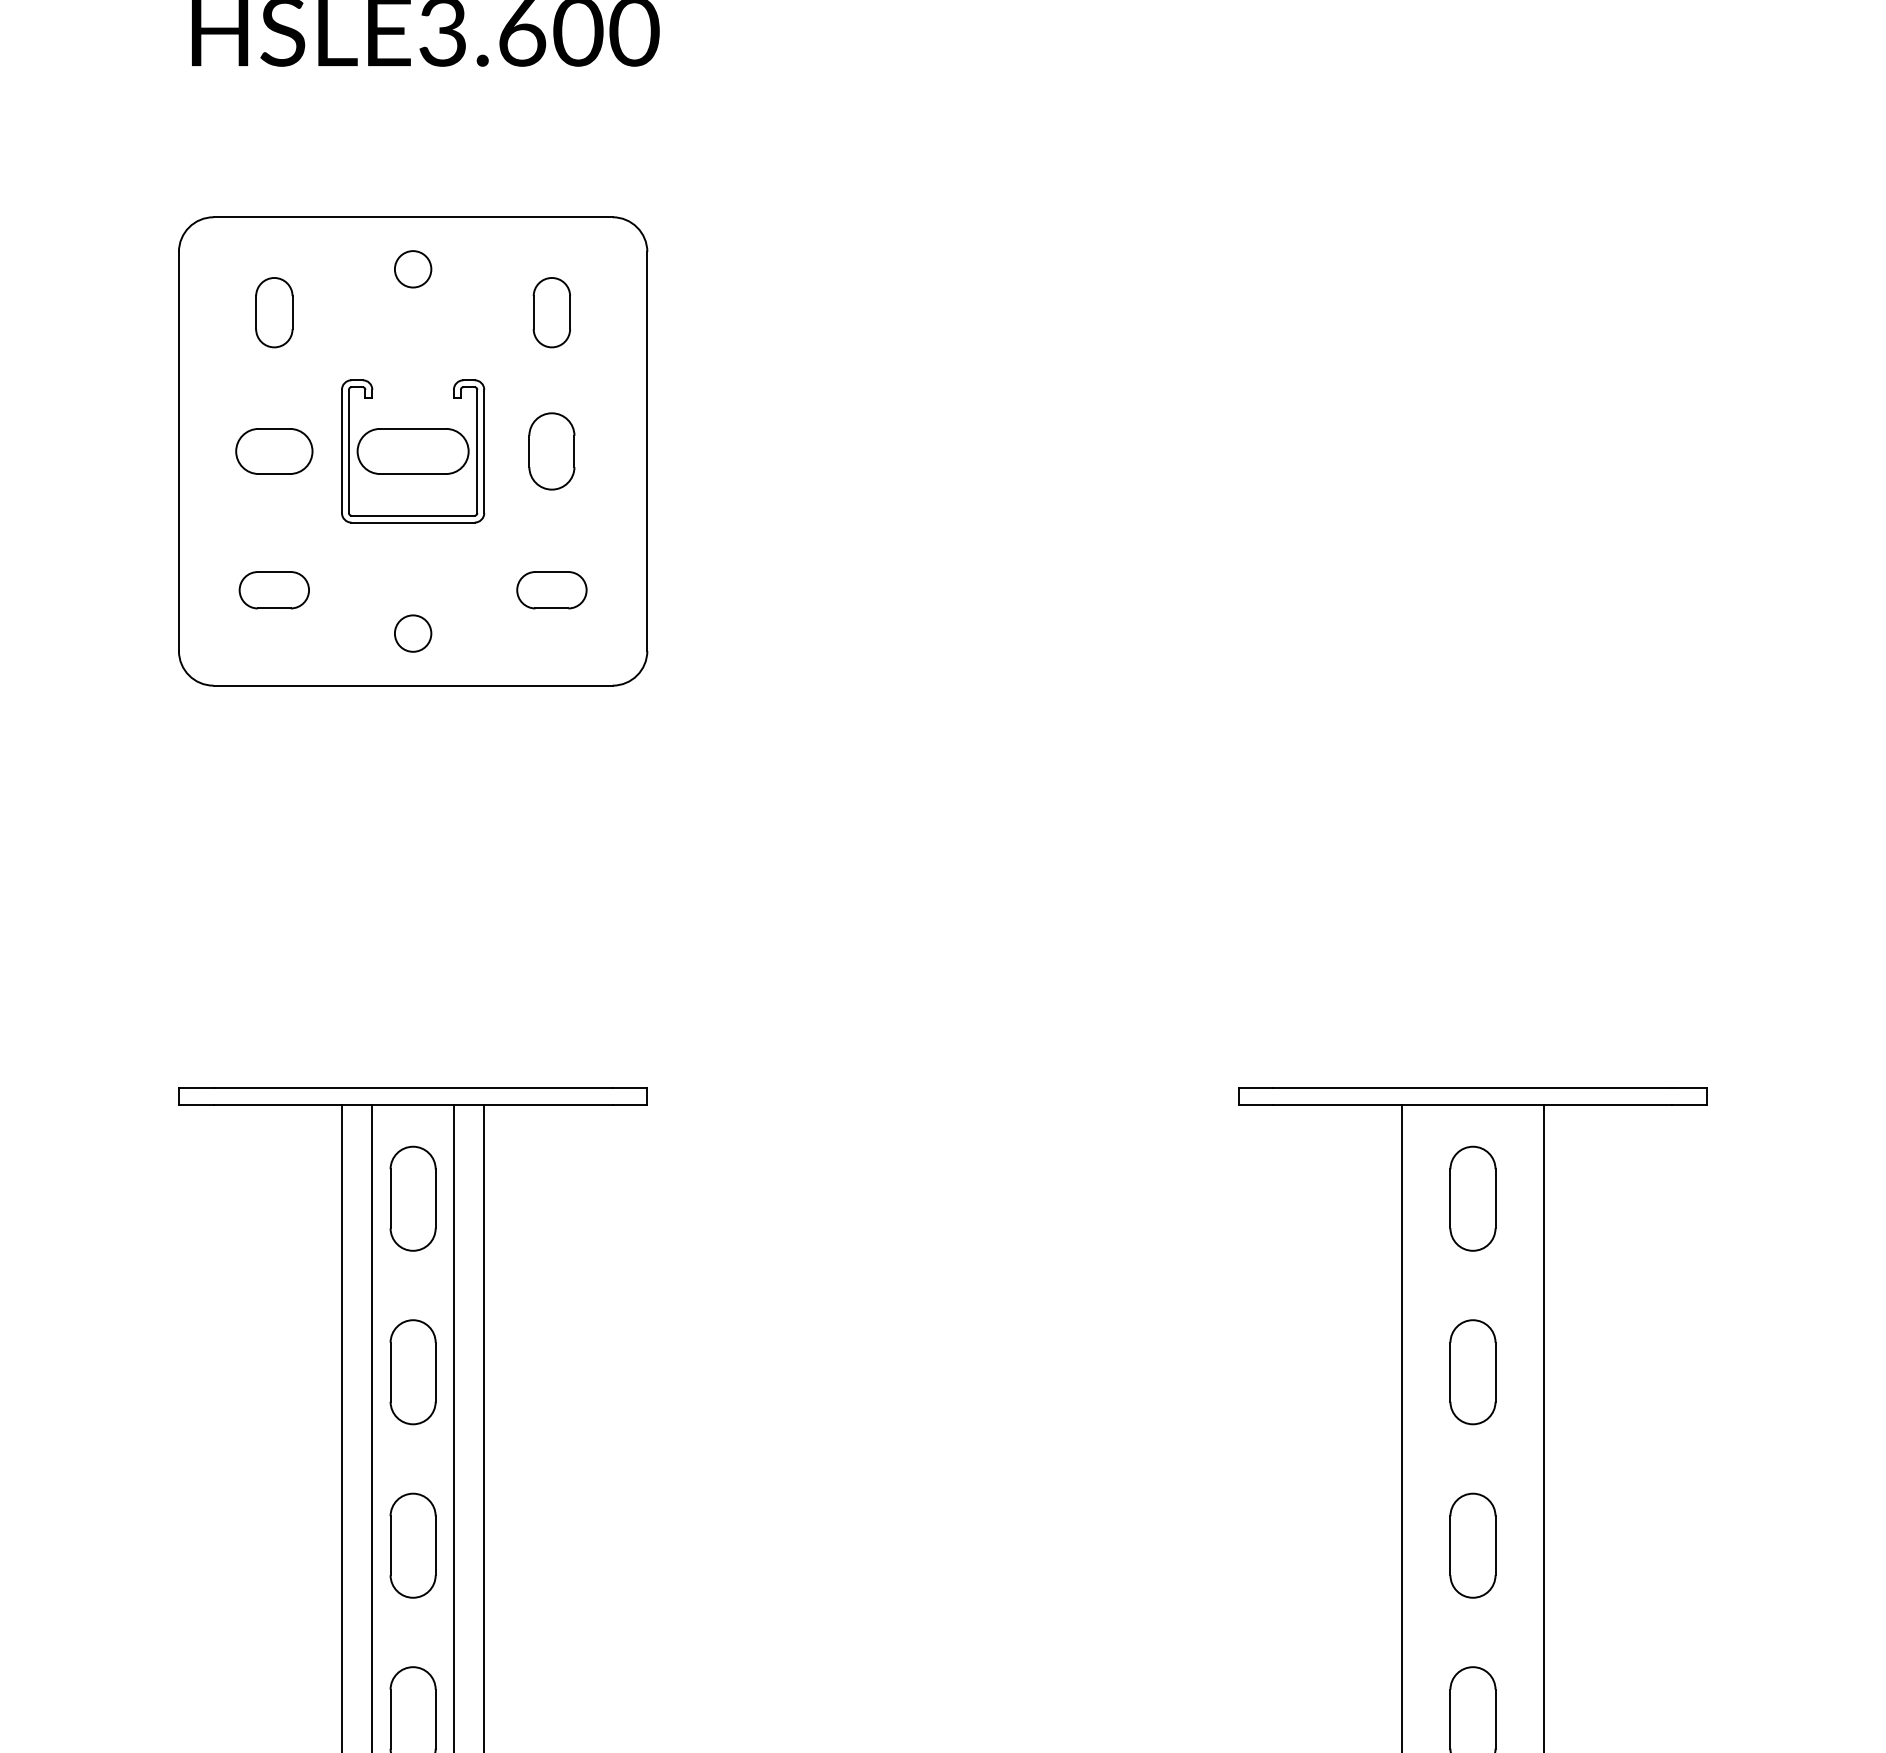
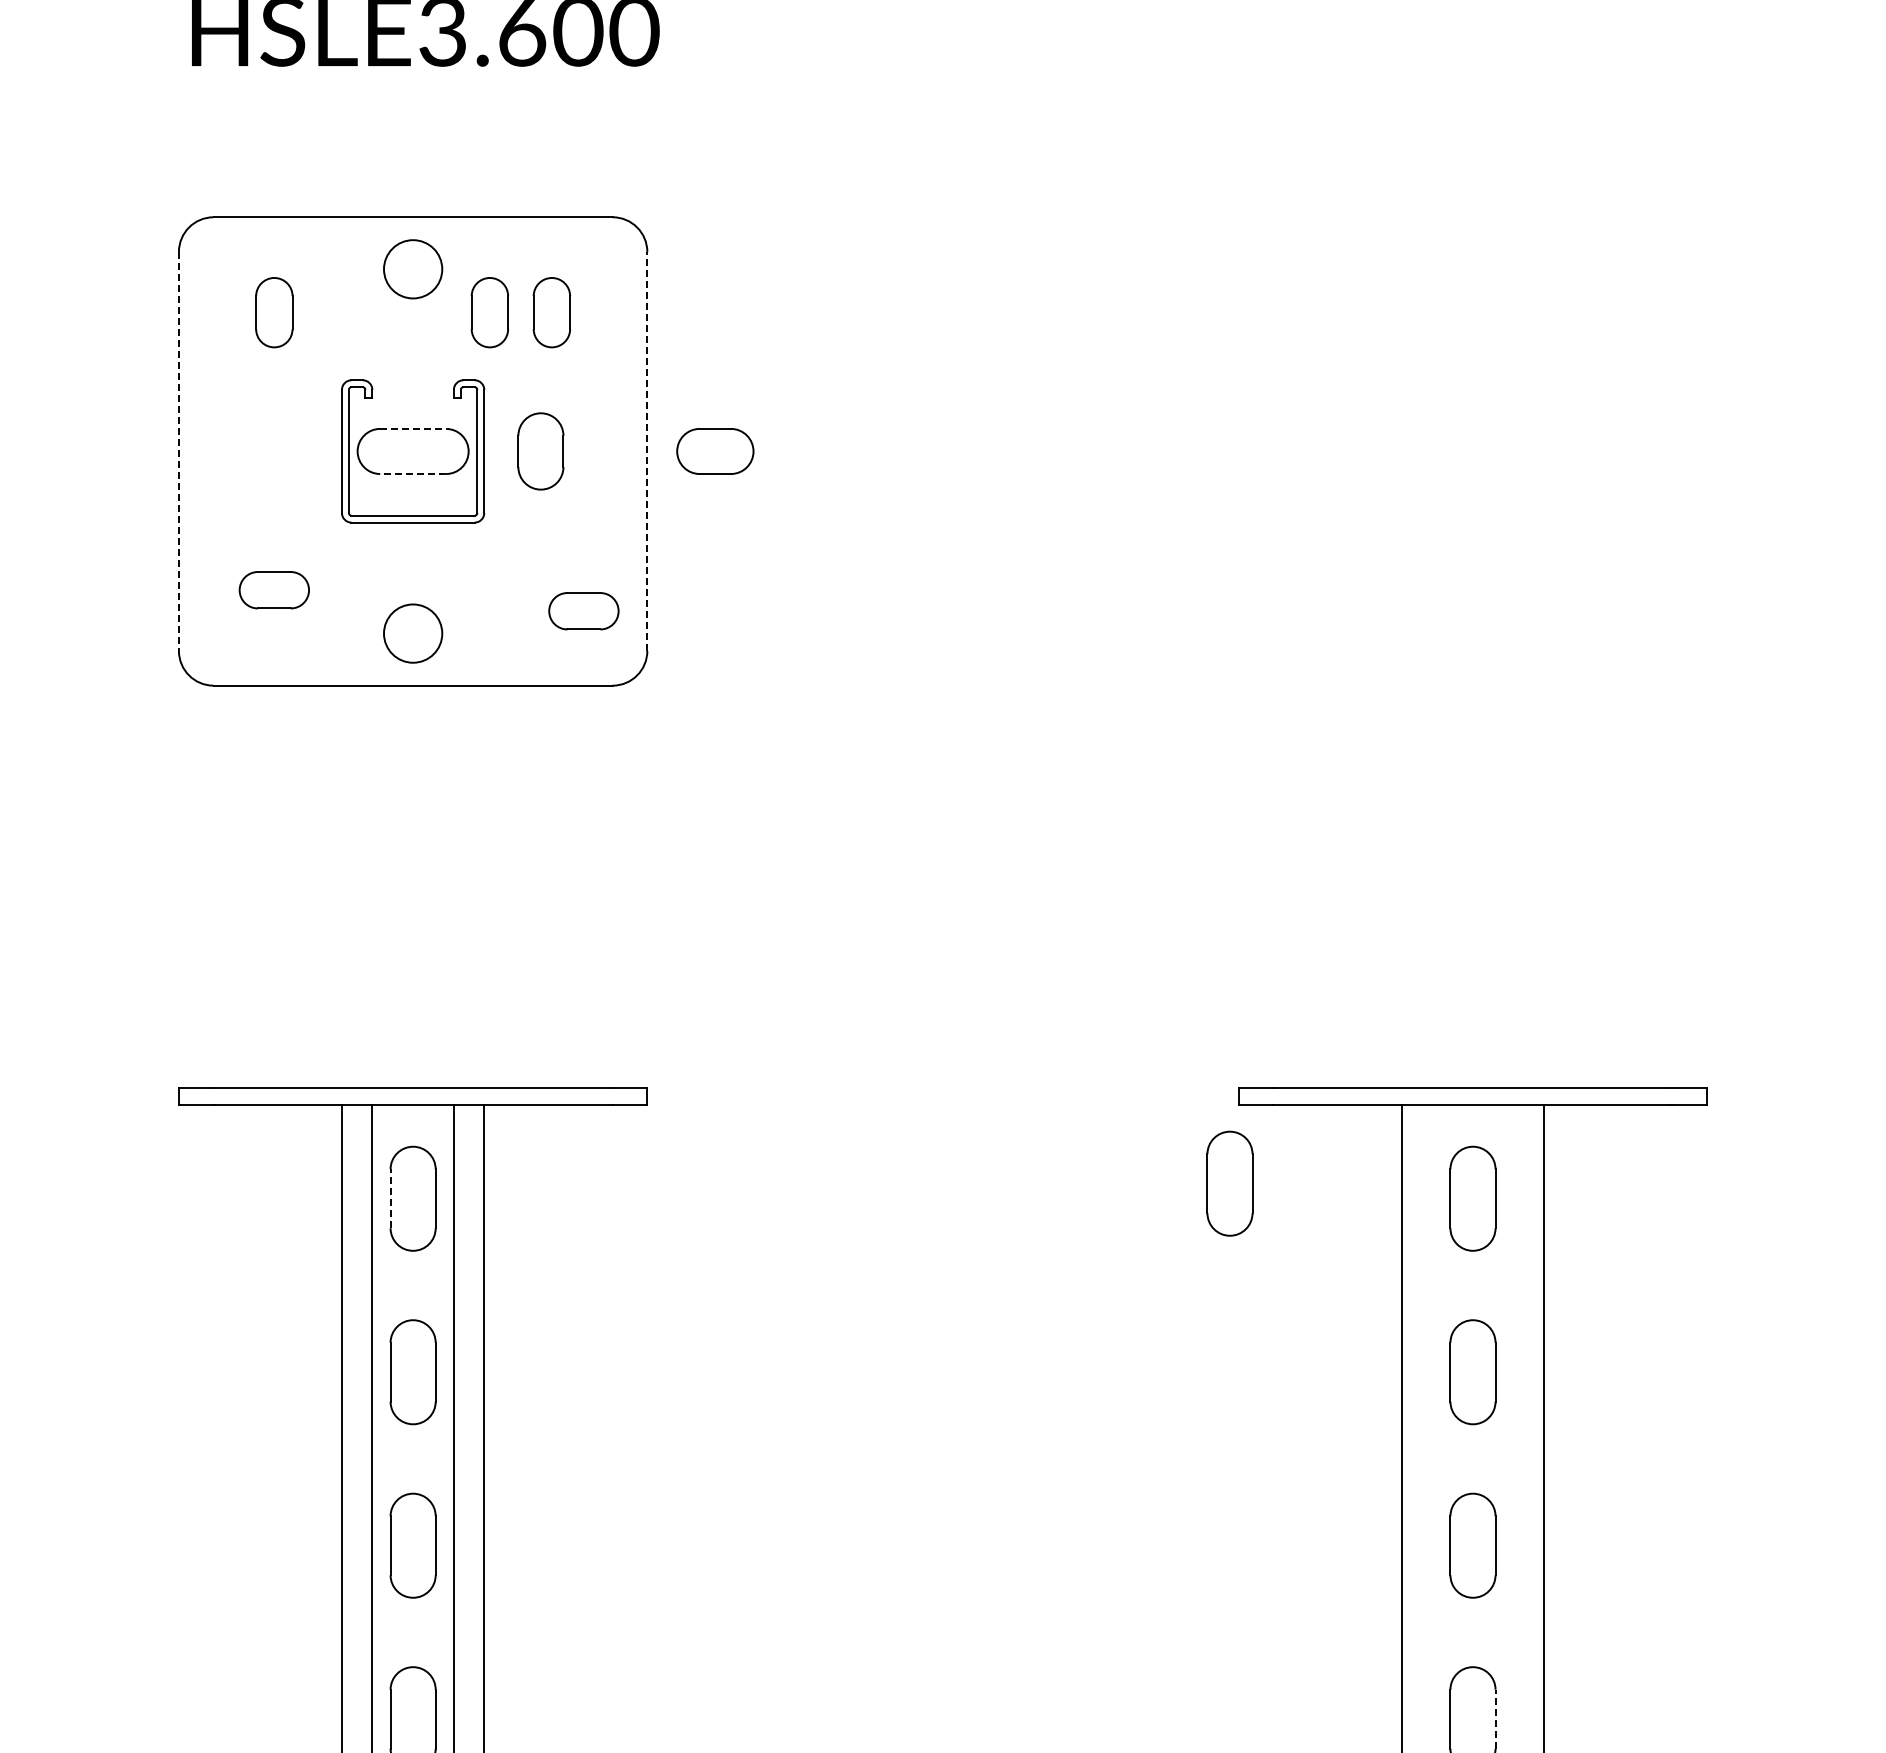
circle at (412, 269) diameter: 36 px -> 58 px
part at (489, 312): none -> present
line at (413, 428): solid -> dashed
line at (178, 451): solid -> dashed
part at (274, 451) position: (274, 451) -> (715, 451)
part at (551, 451) position: (551, 451) -> (540, 451)
line at (647, 451): solid -> dashed
line at (413, 474): solid -> dashed
part at (551, 590) position: (551, 590) -> (583, 611)
circle at (412, 633) diameter: 36 px -> 58 px
part at (1229, 1183): none -> present
line at (390, 1198): solid -> dashed
line at (1495, 1718): solid -> dashed
